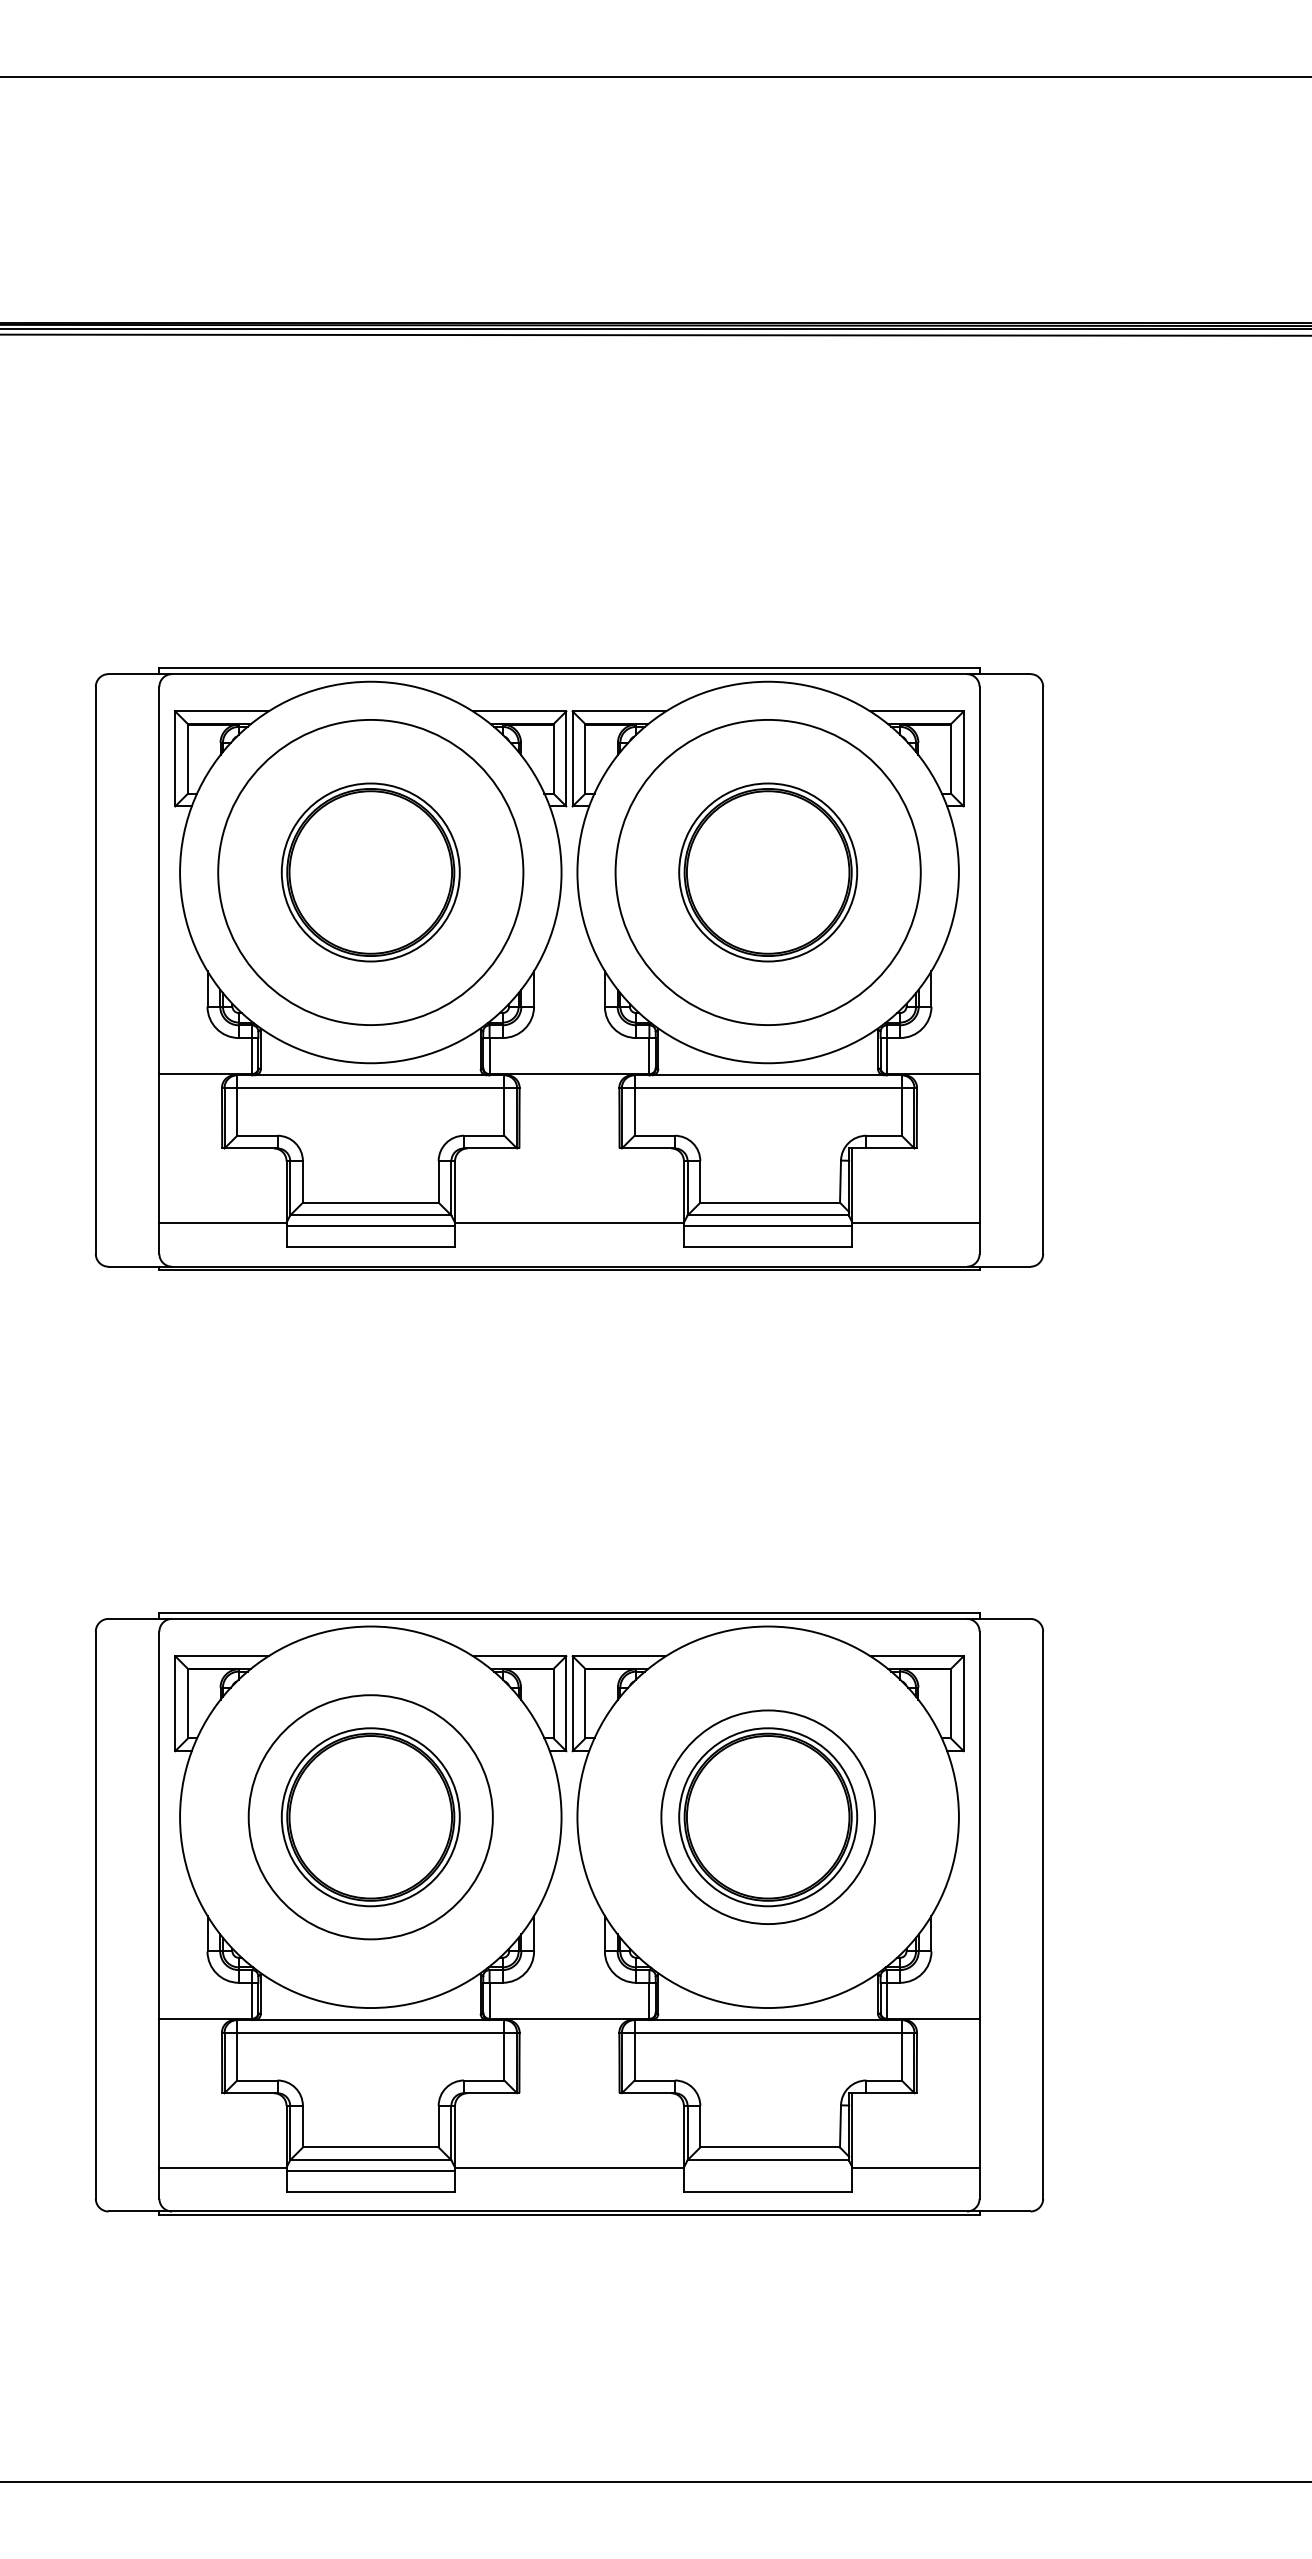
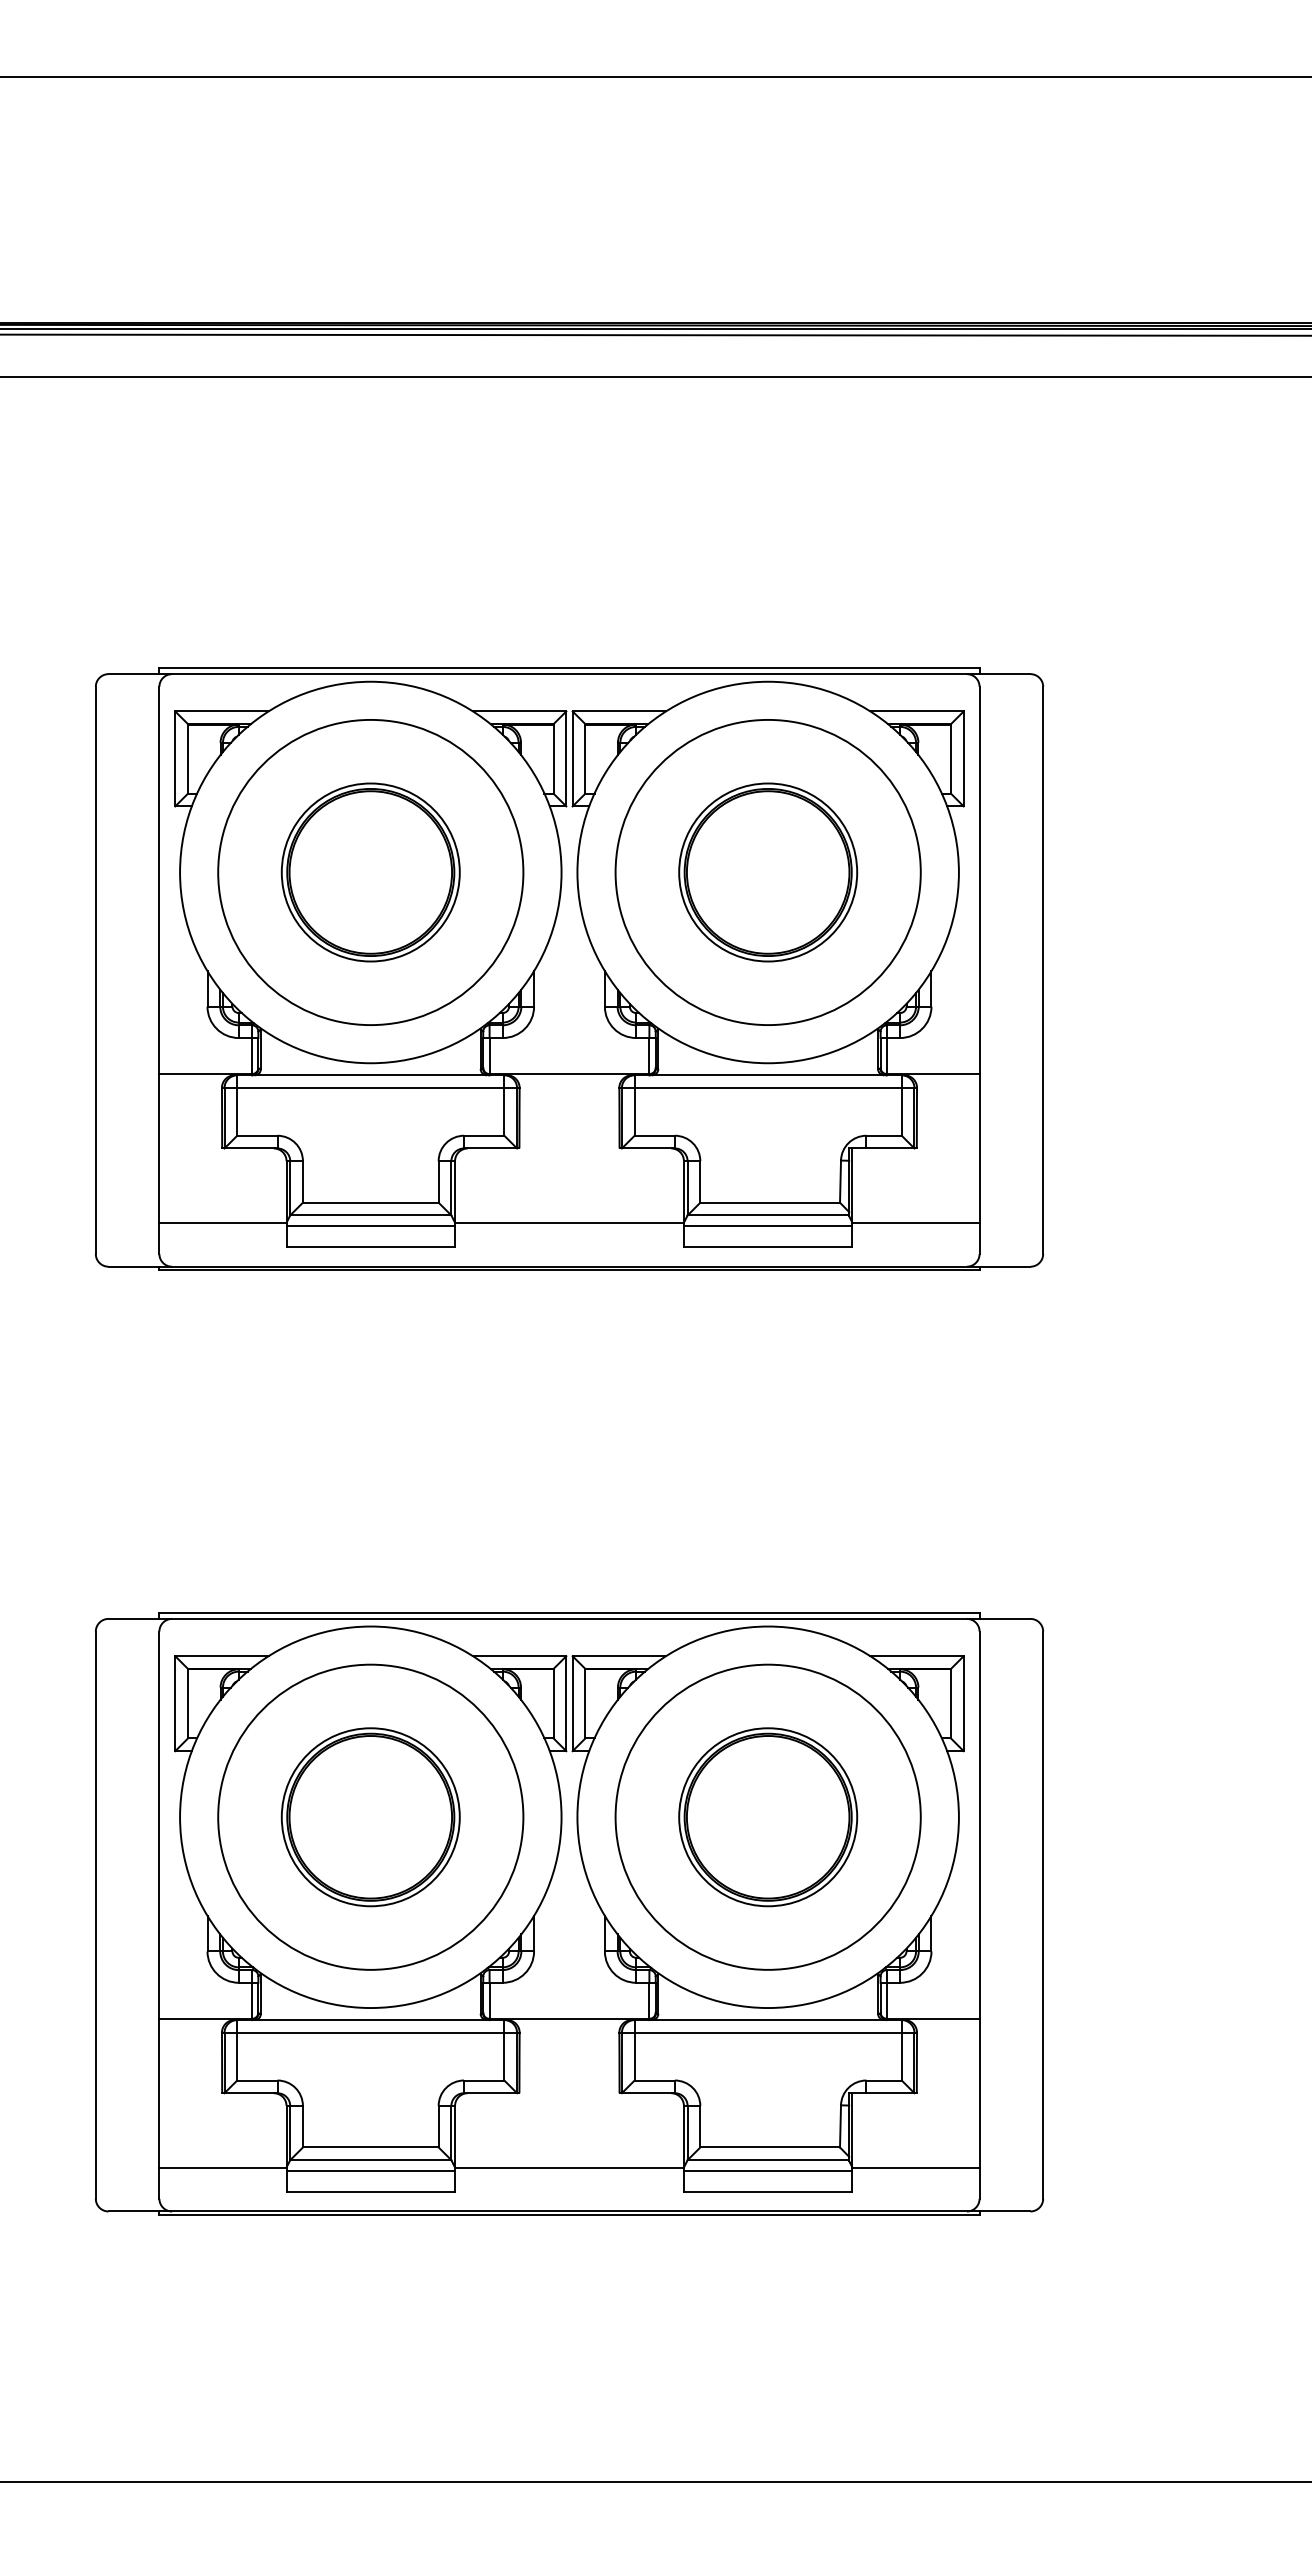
line at (655, 377): none -> present
circle at (370, 1817) diameter: 244 px -> 305 px
circle at (768, 1817) diameter: 214 px -> 305 px
line at (767, 2171): none -> present
